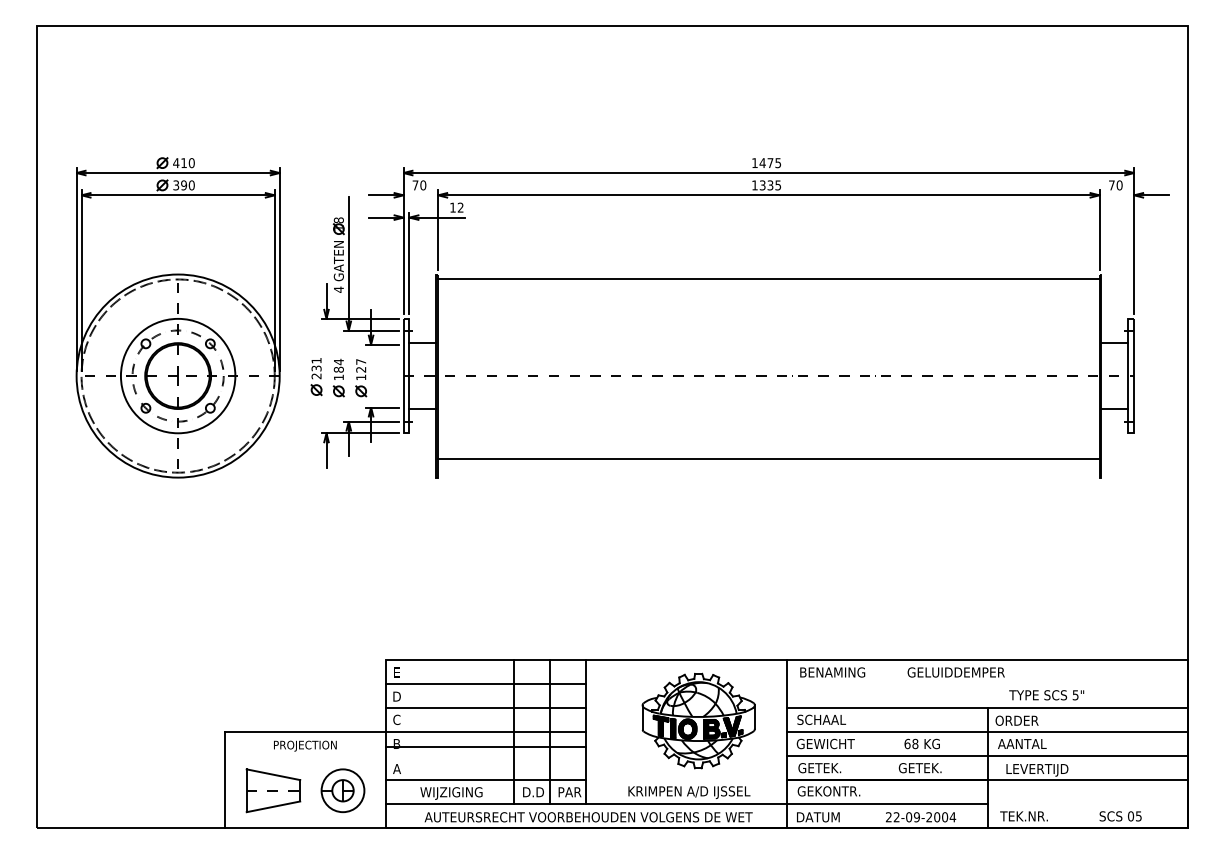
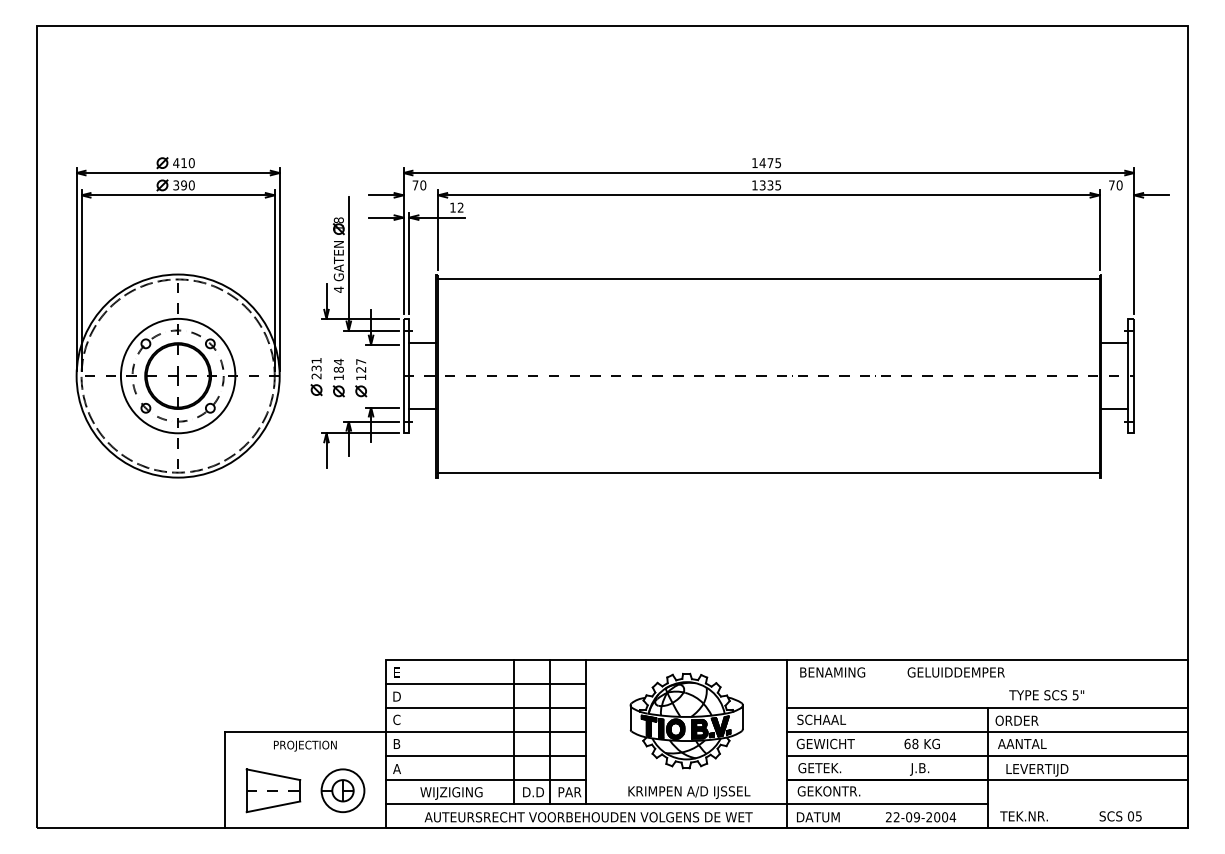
line at (768, 458) position: (768, 458) -> (768, 472)
part at (698, 720) position: (698, 720) -> (686, 720)
line at (485, 747) position: (485, 747) -> (485, 756)
text at (919, 769): GETEK. -> J.B.
